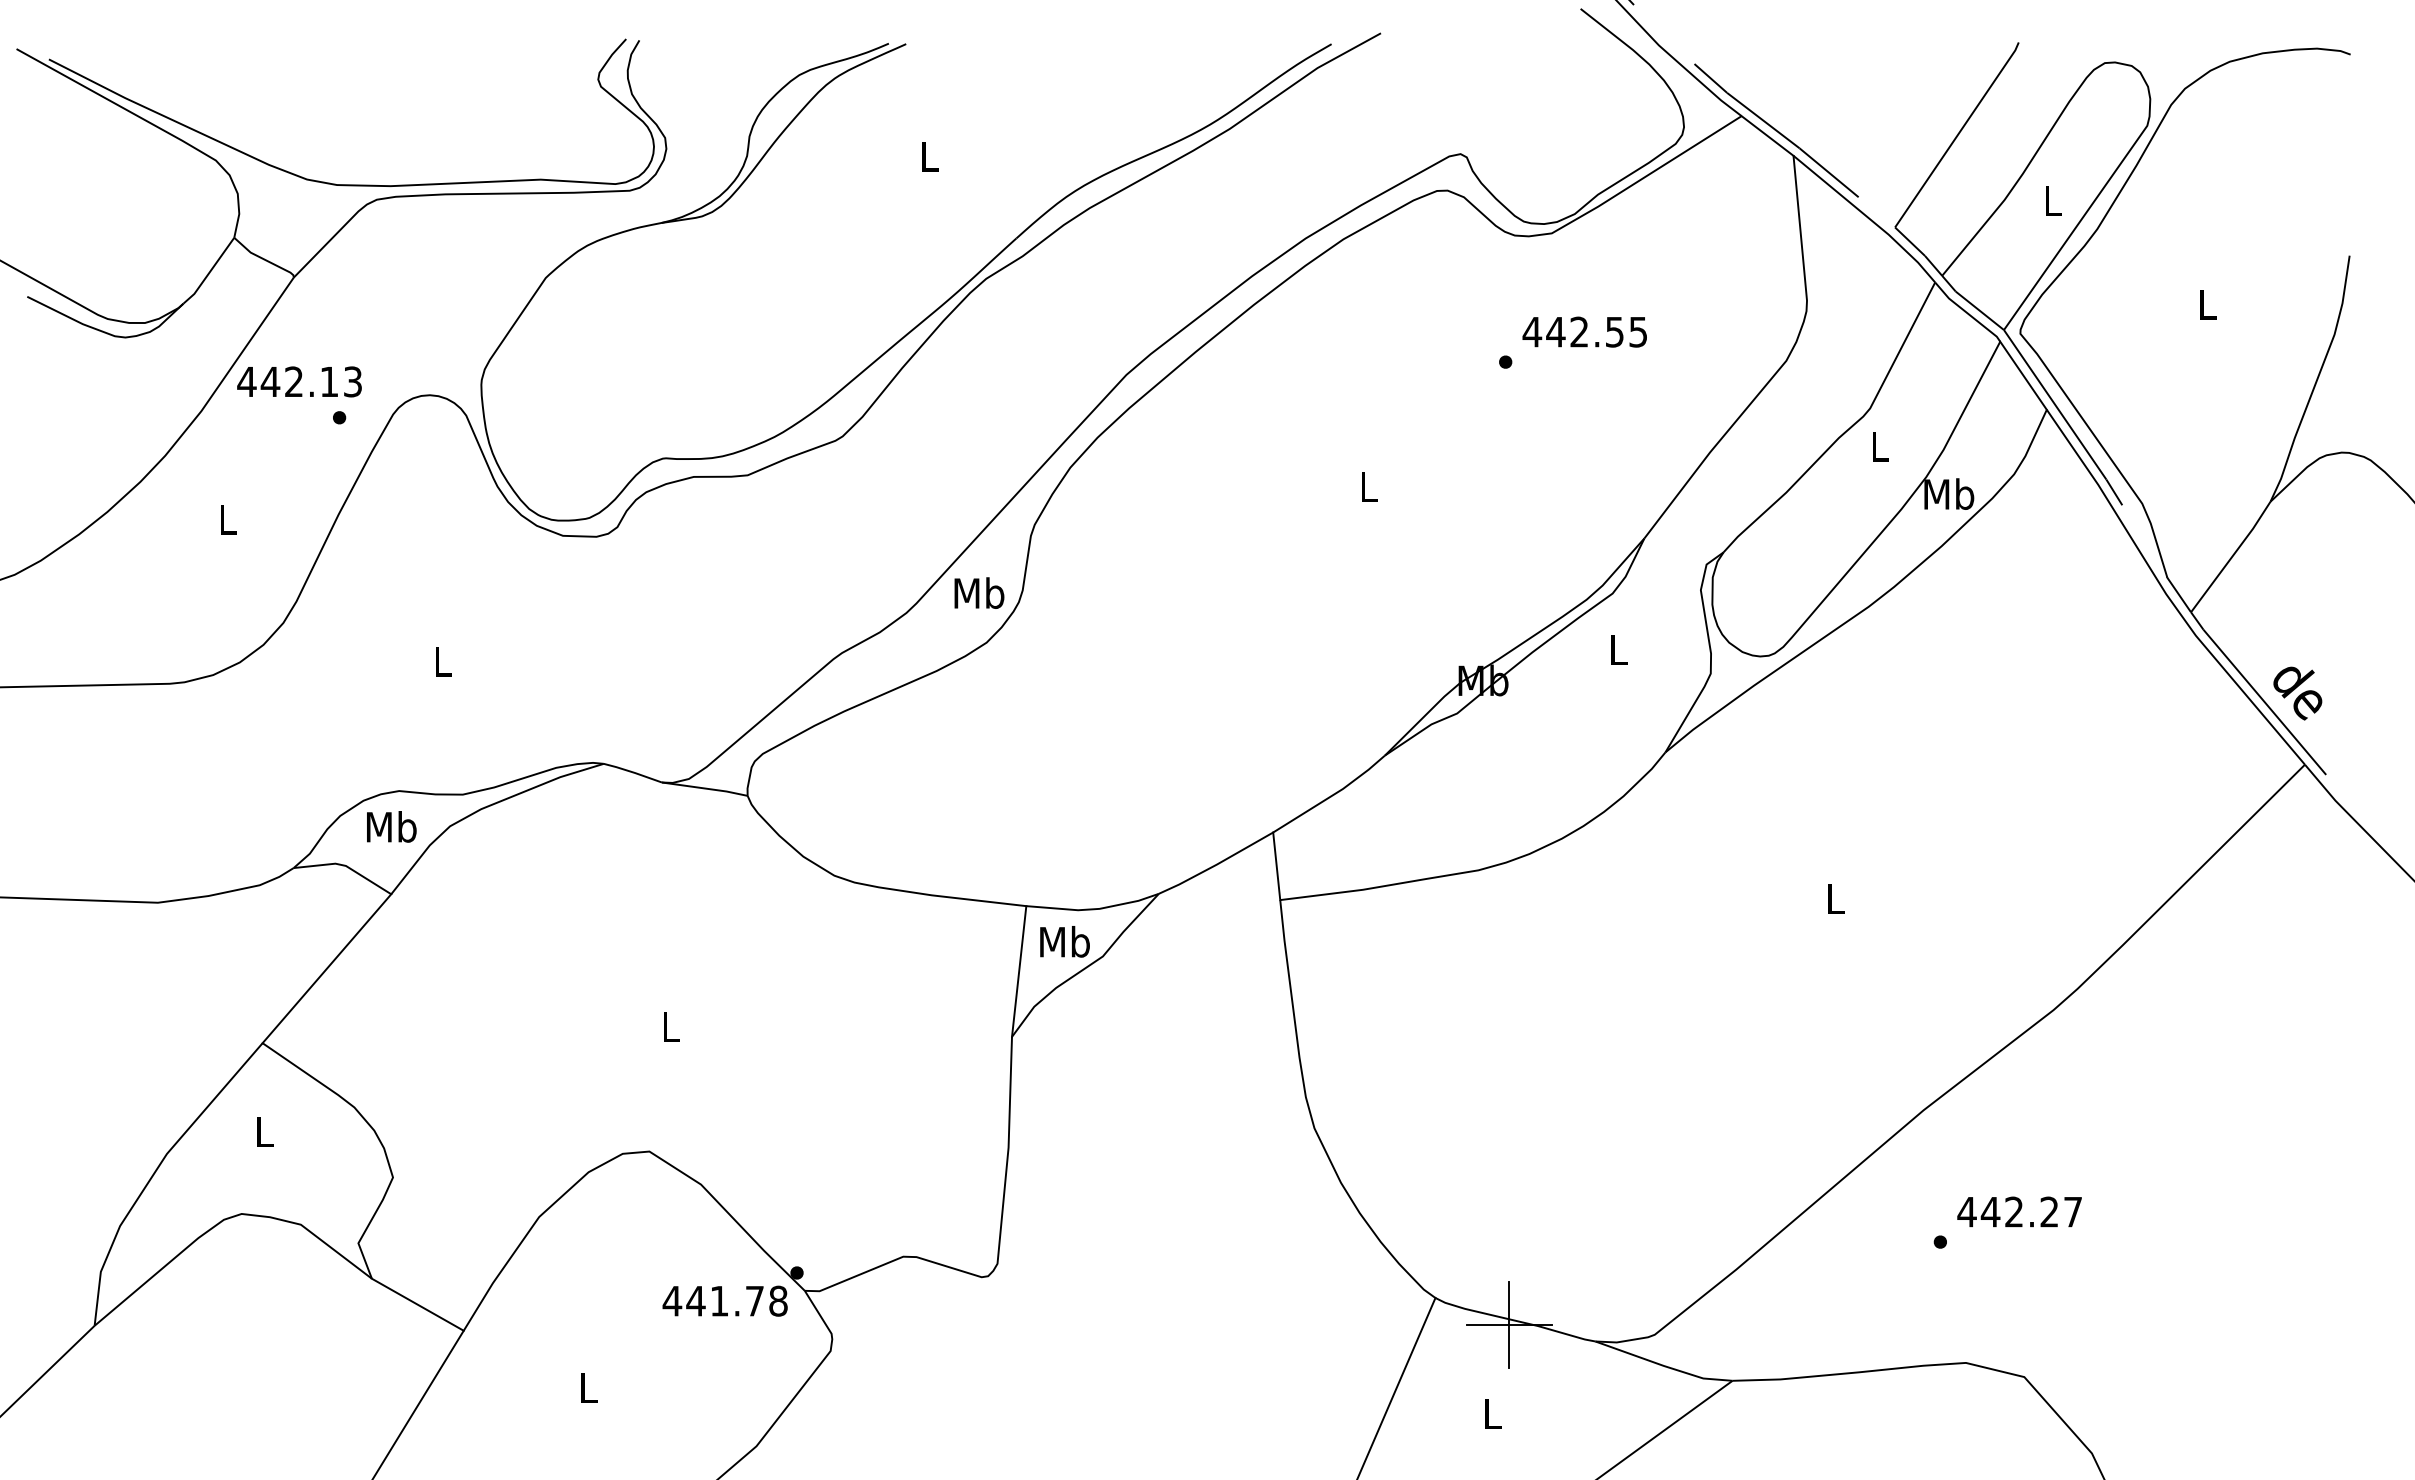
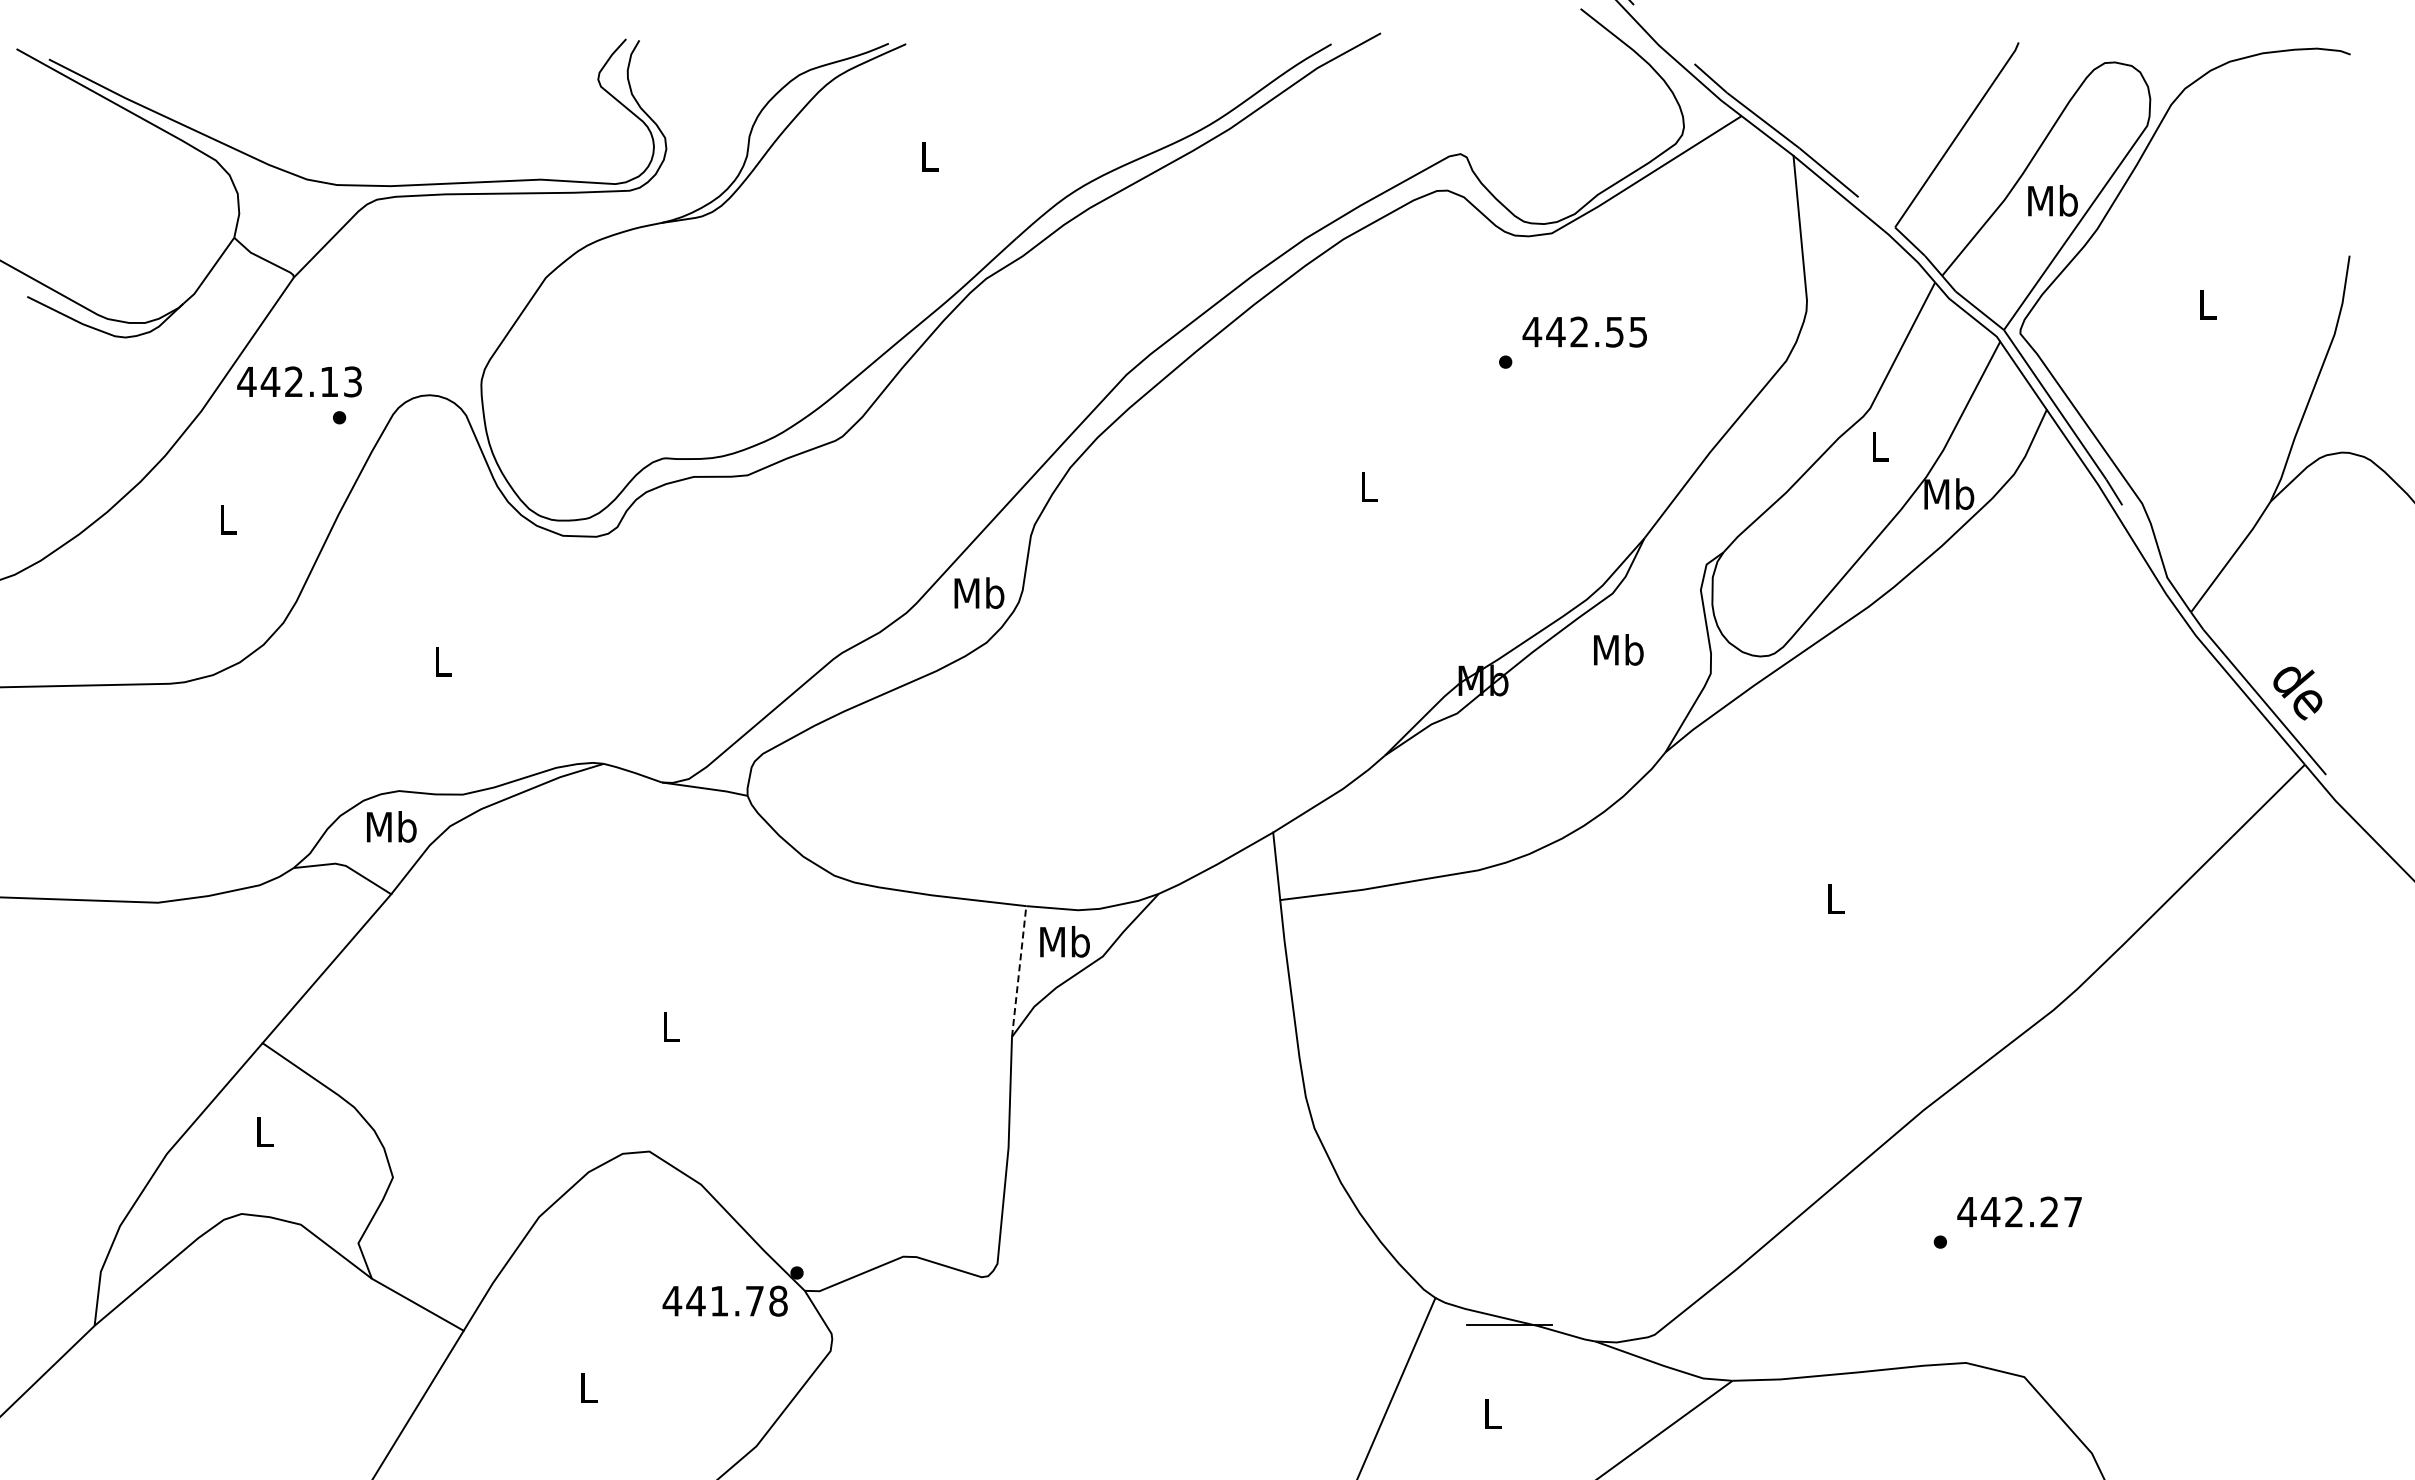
text at (2052, 200): L -> Mb
text at (1618, 649): L -> Mb
line at (1019, 971): solid -> dashed
line at (1509, 1325): present -> none
